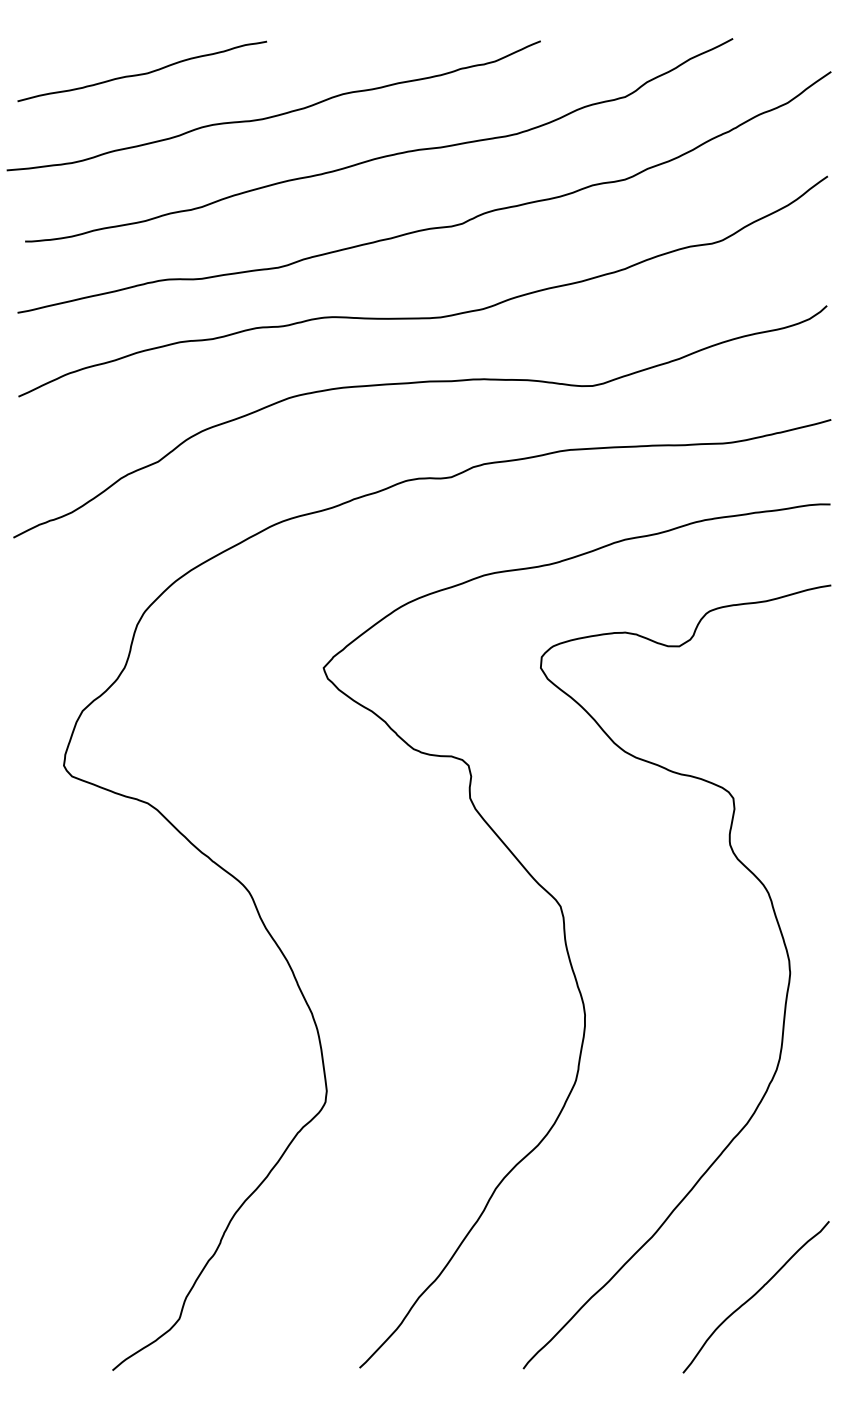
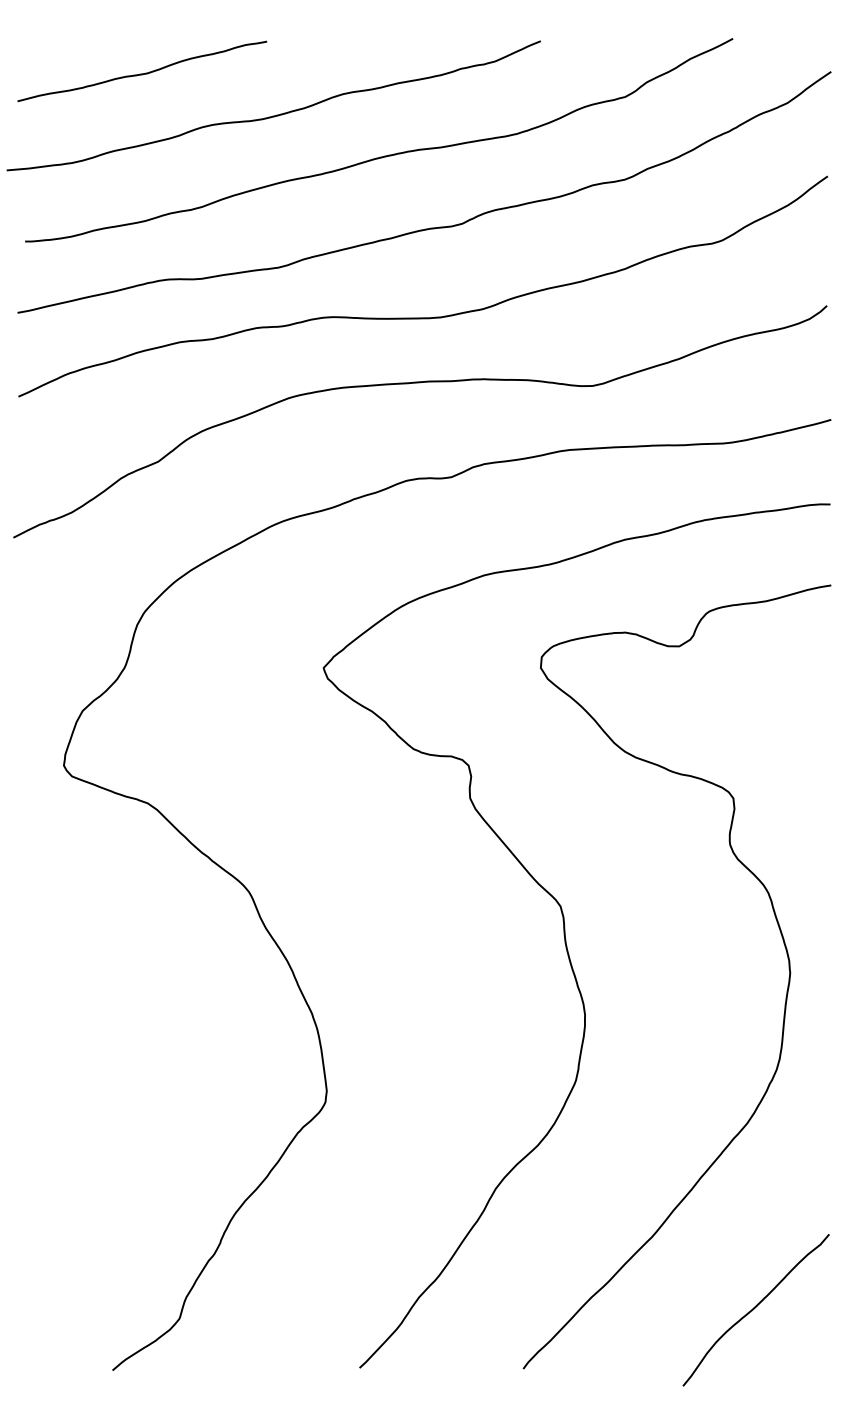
curve at (754, 1296) position: (754, 1296) -> (754, 1309)
